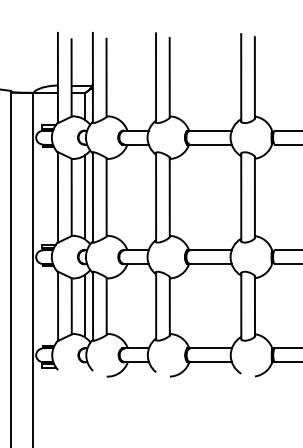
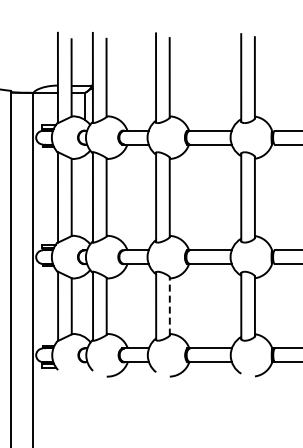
line at (84, 197): present -> none
line at (84, 305): present -> none
line at (169, 305): solid -> dashed
